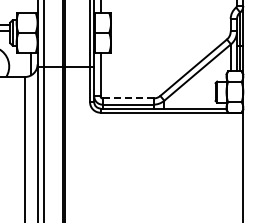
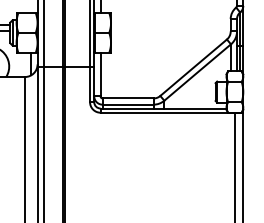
line at (128, 98): dashed -> solid
line at (234, 165): none -> present
